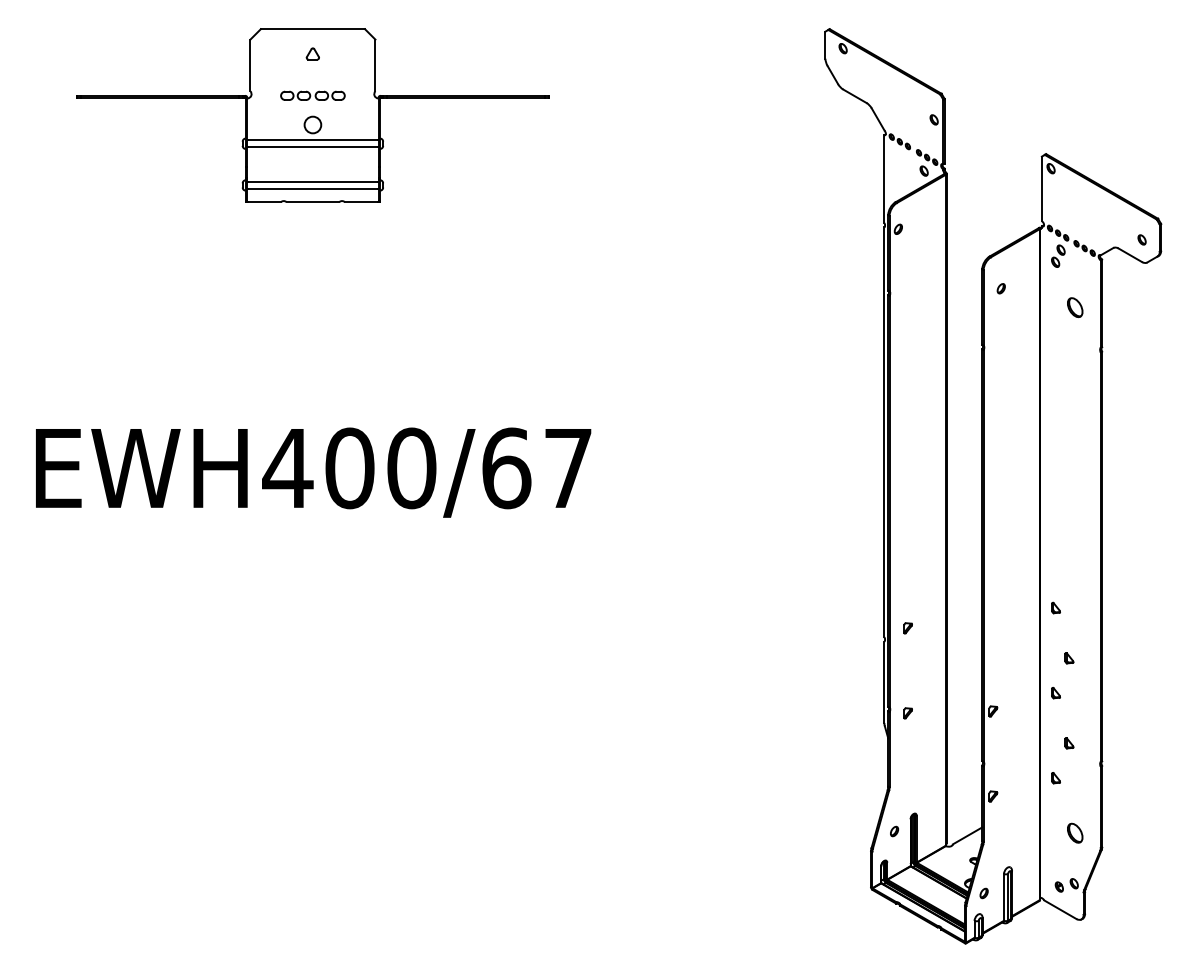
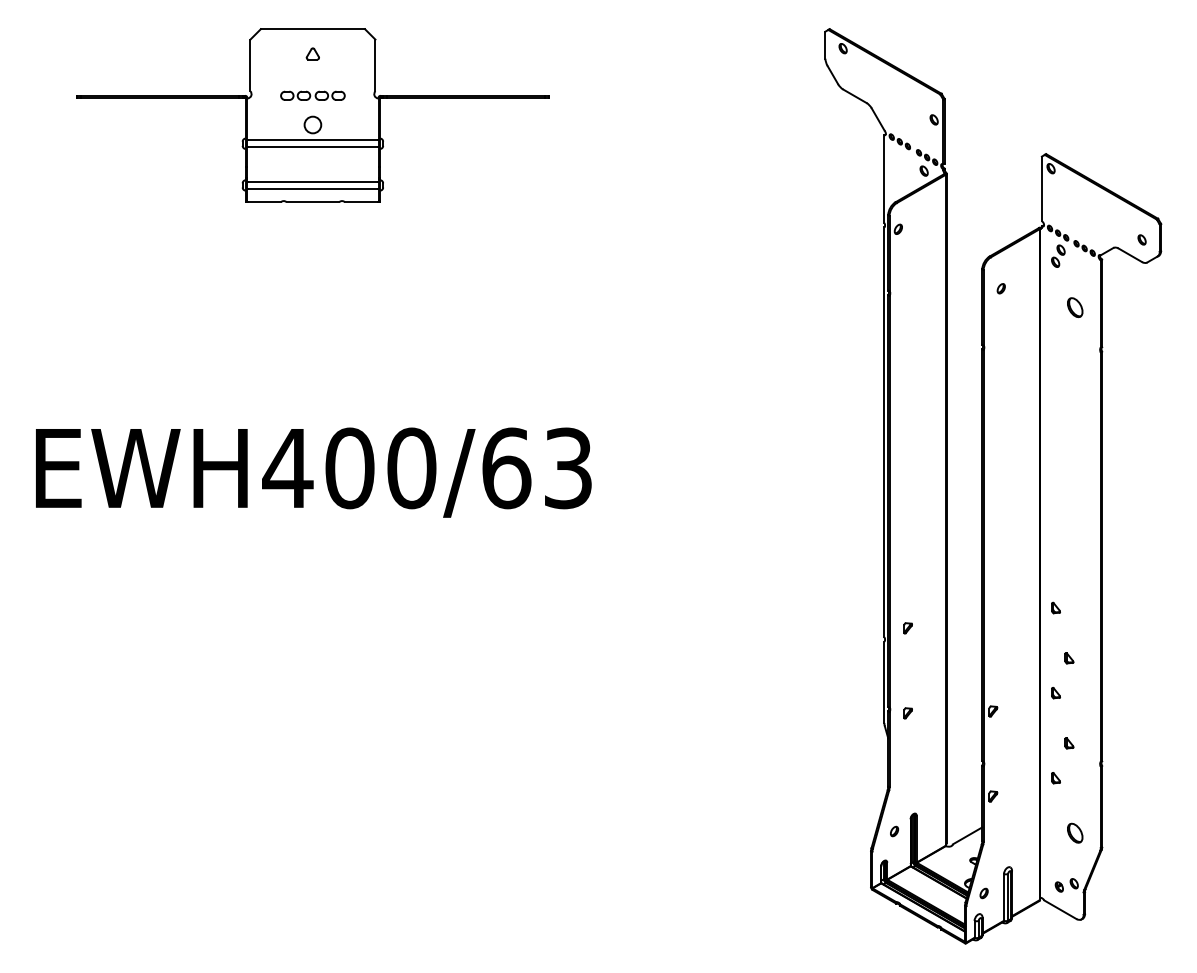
text at (568, 468): EWH400/67 -> EWH400/63
